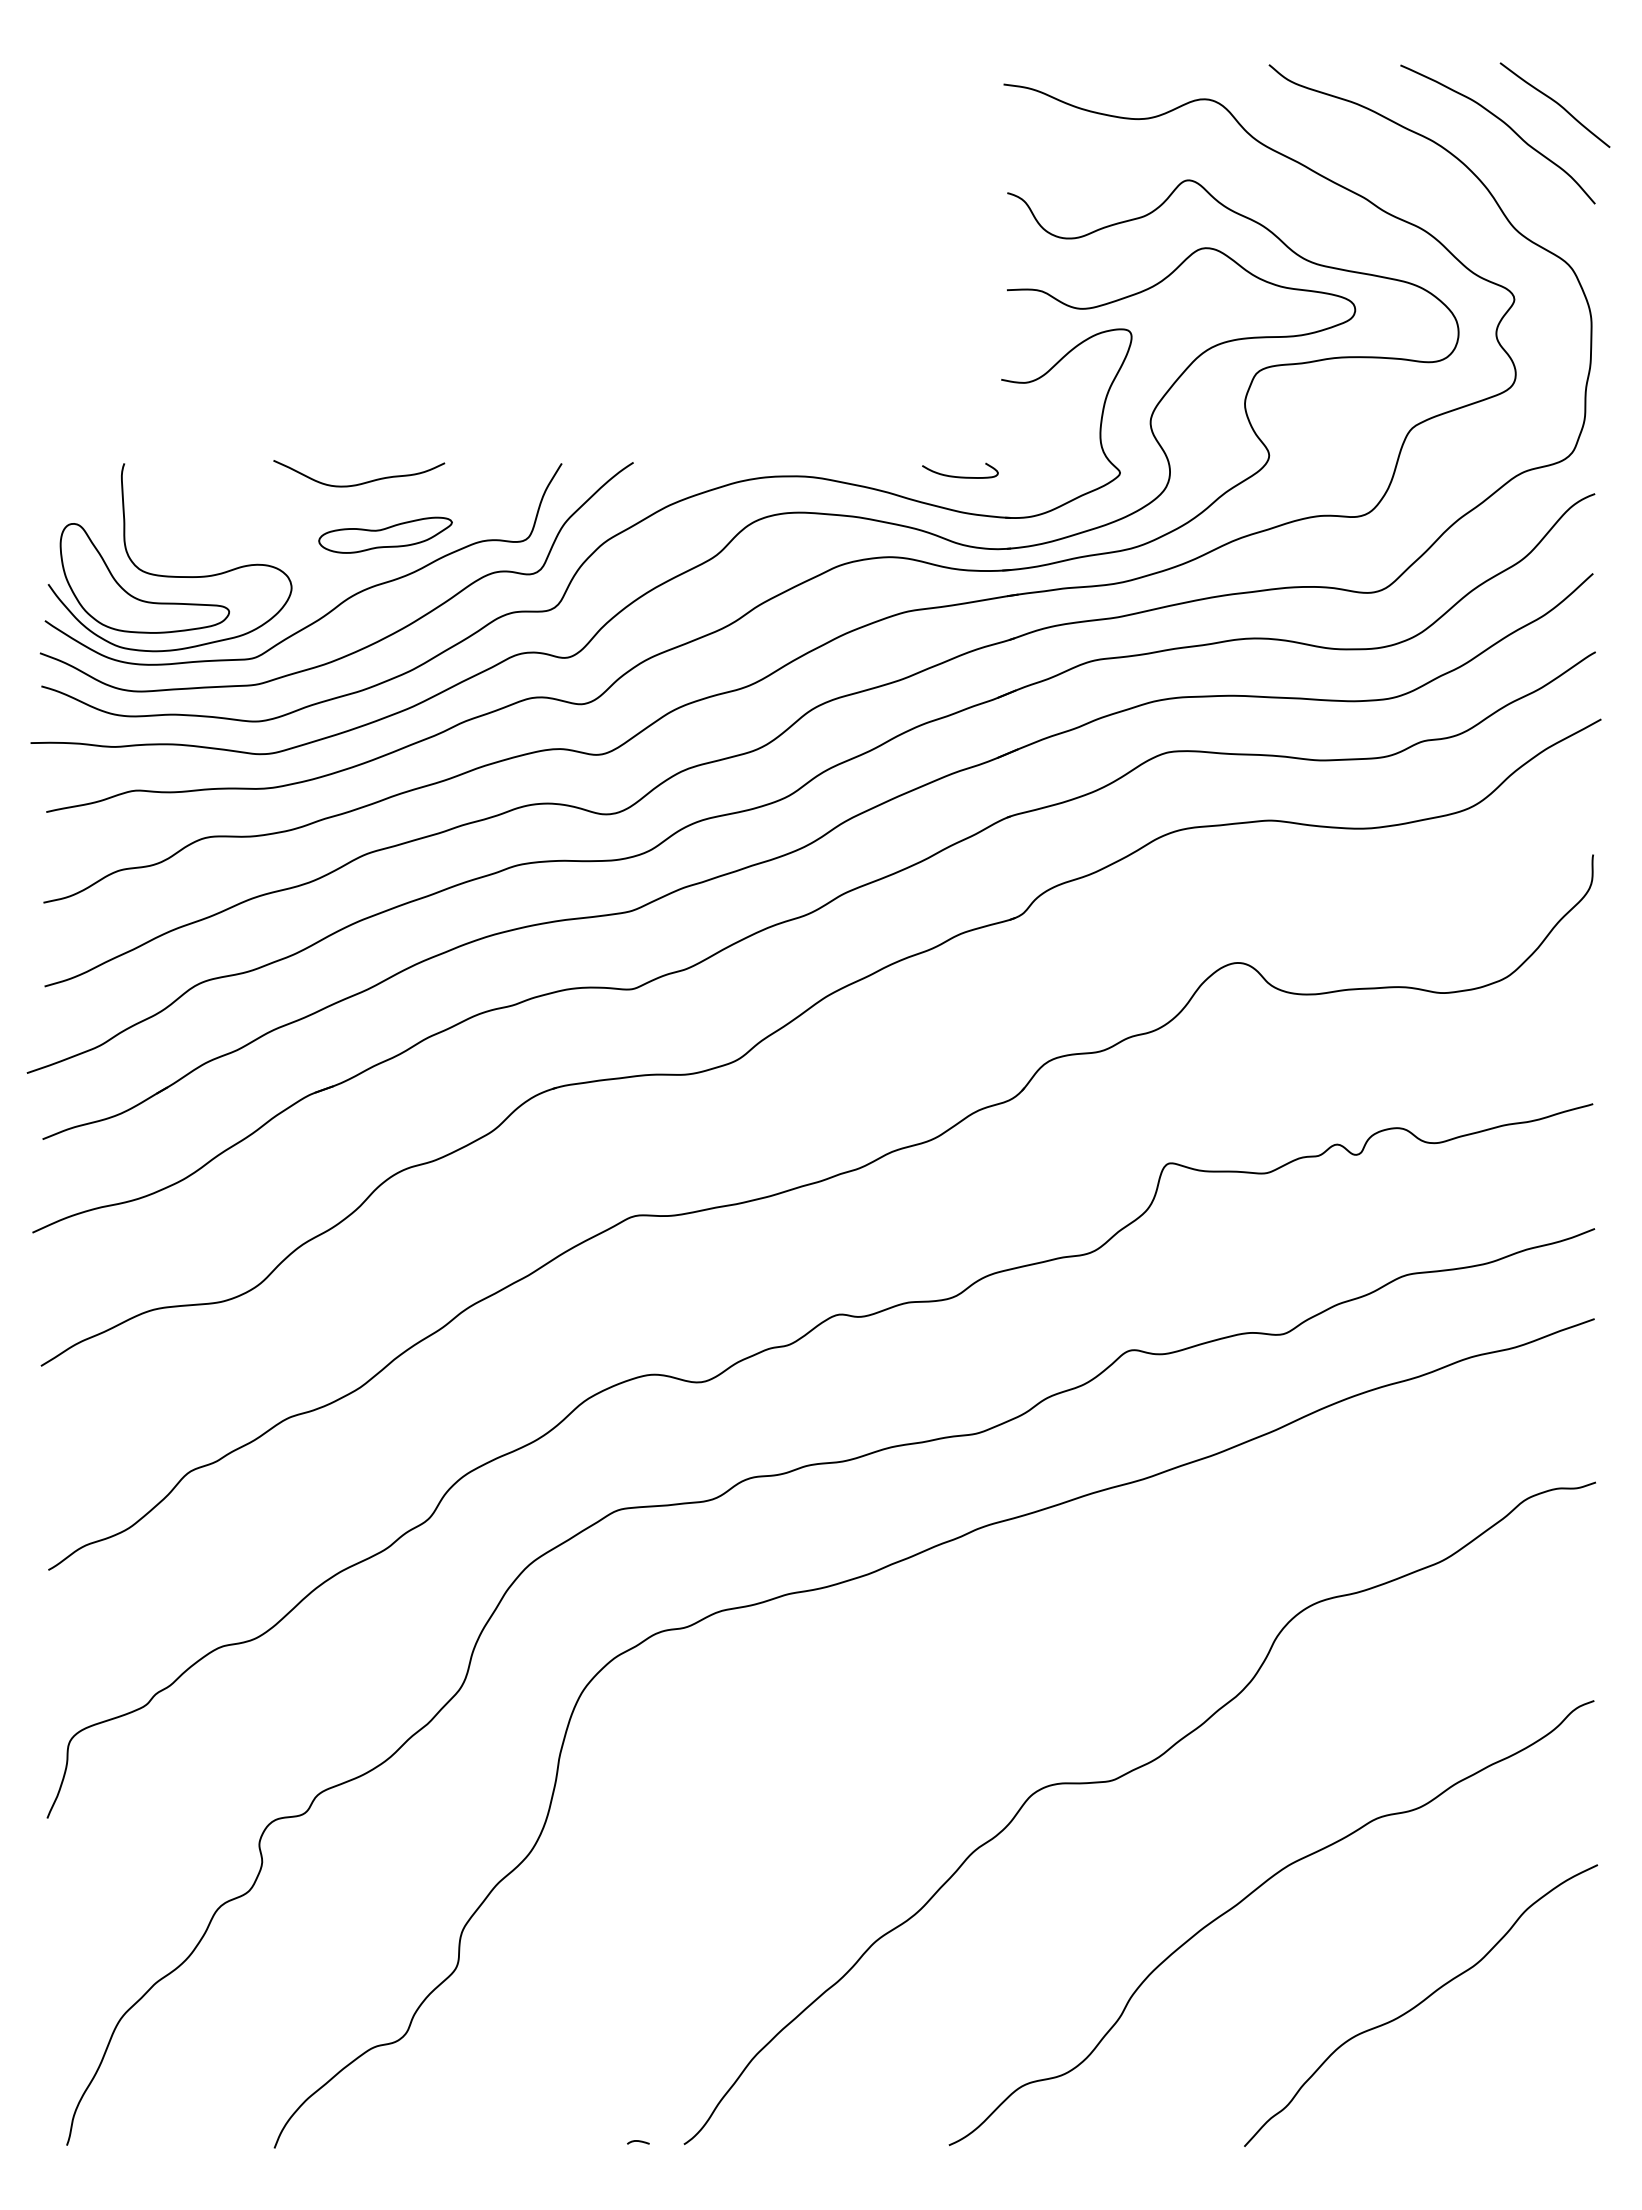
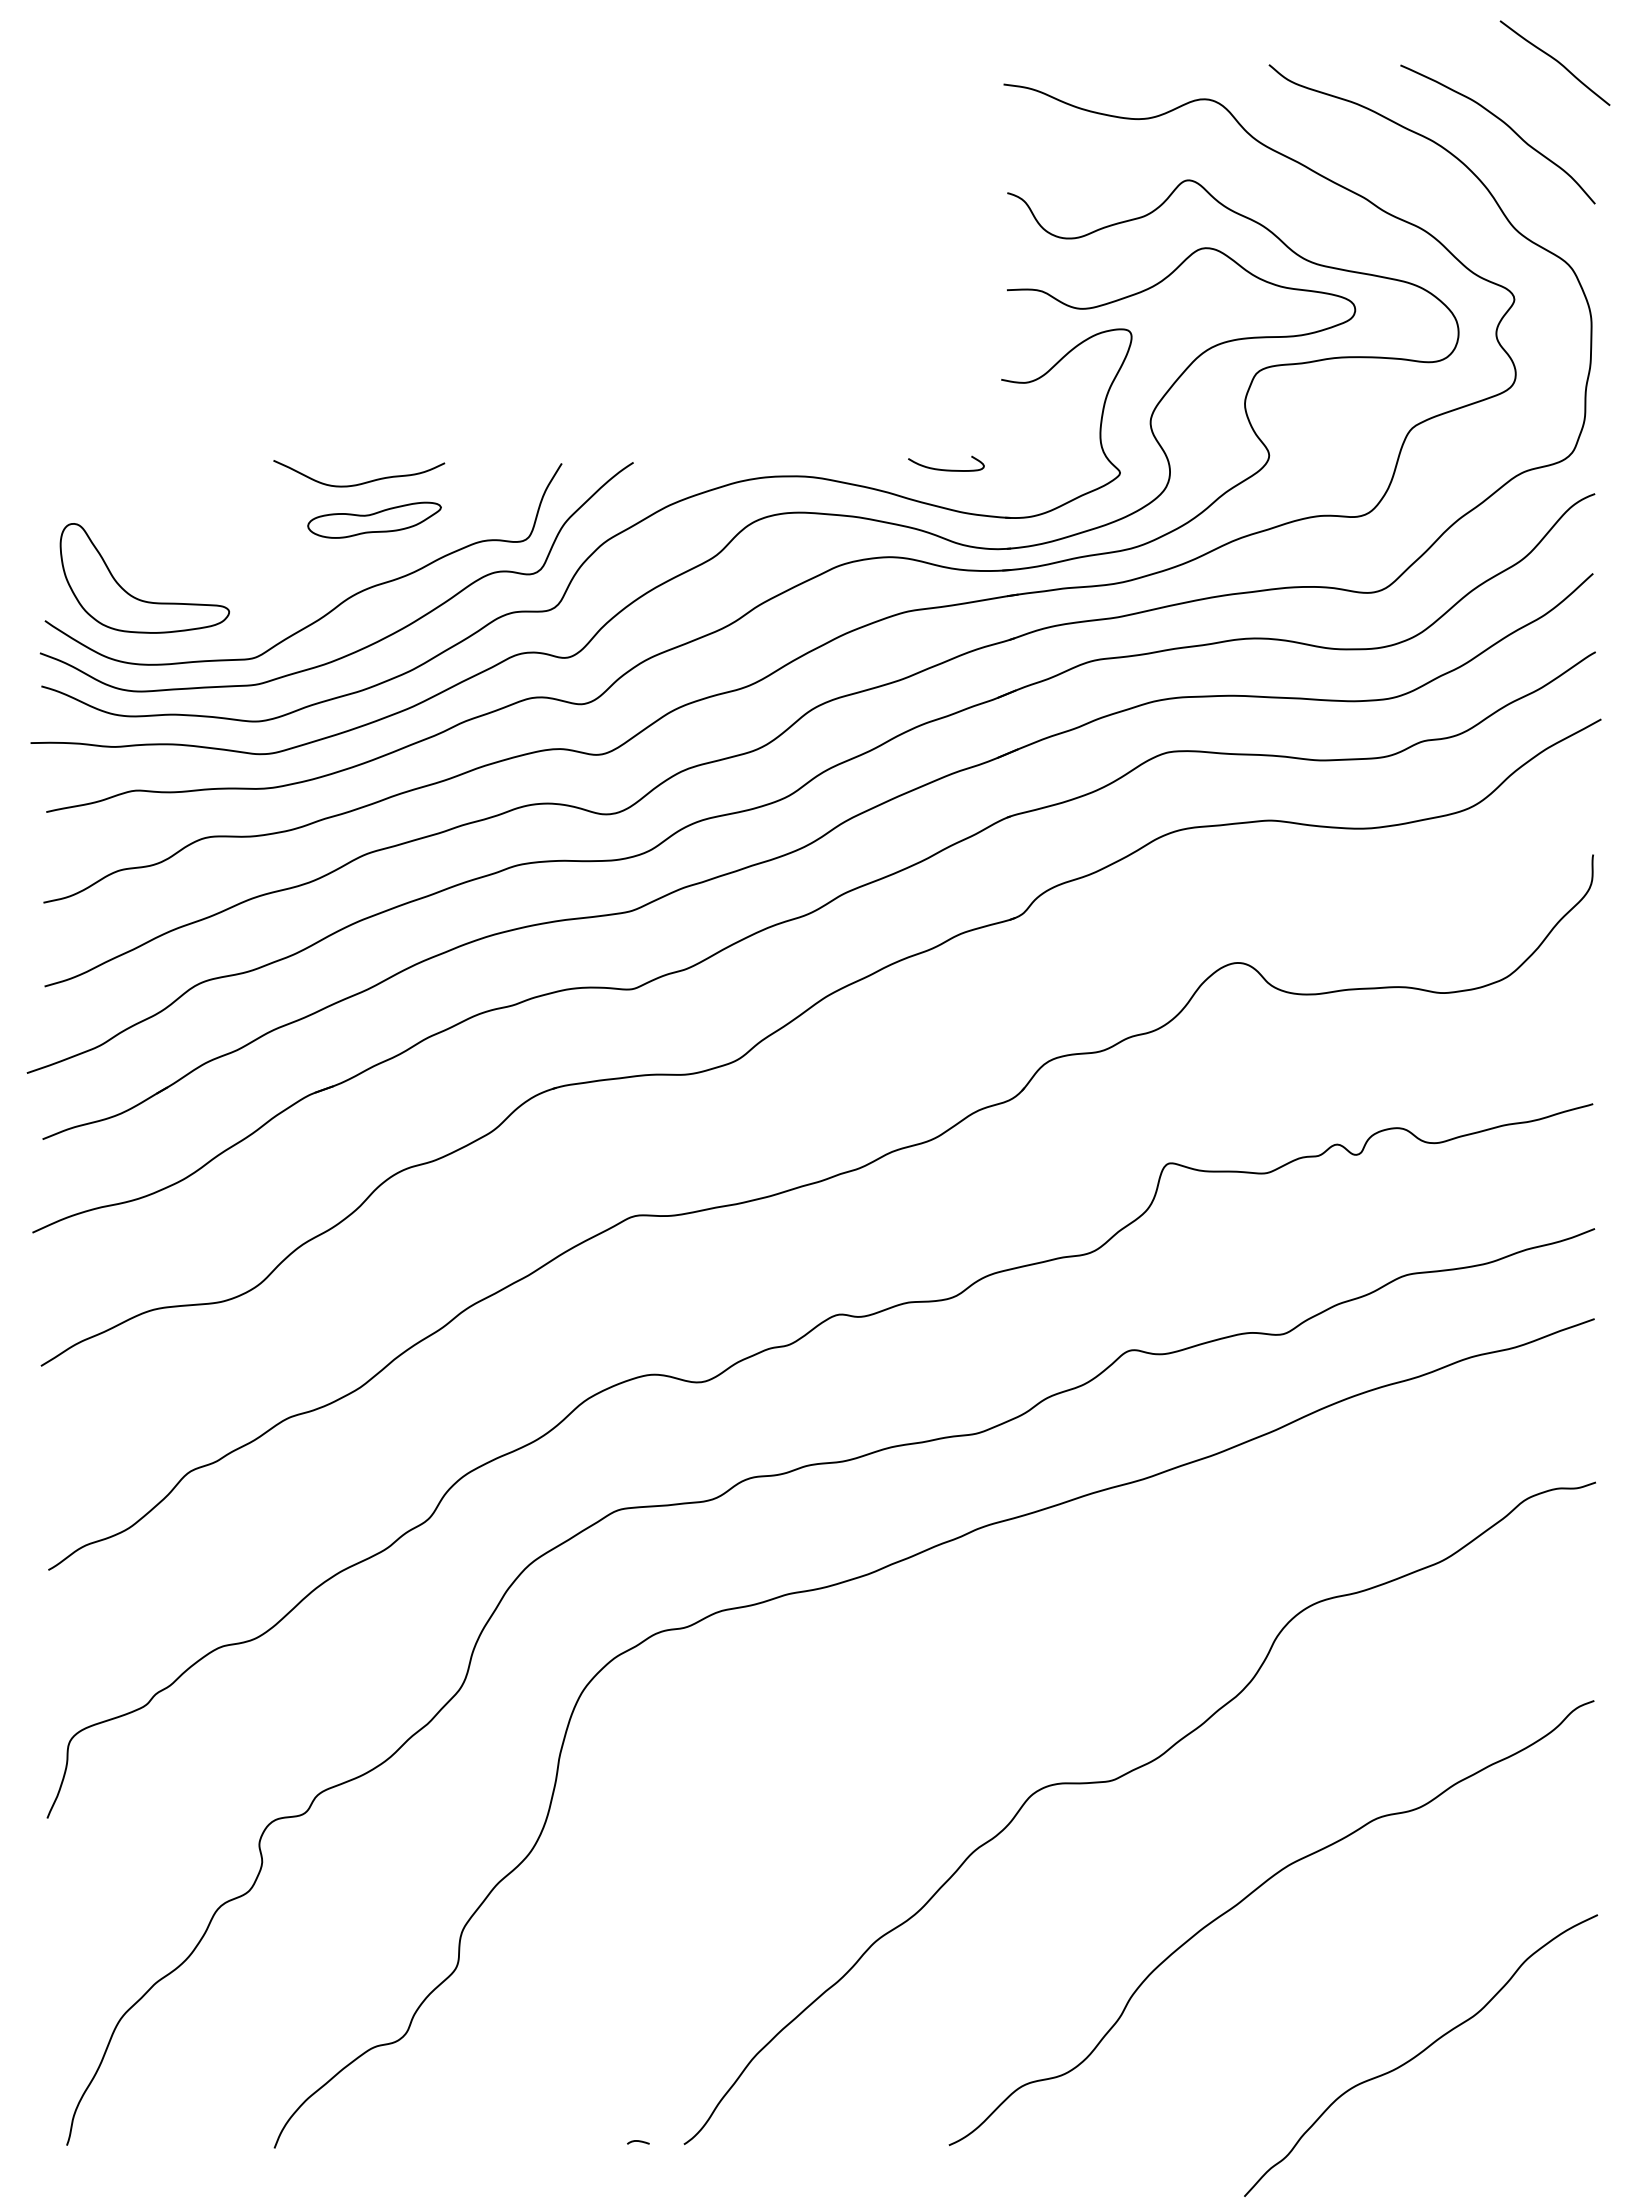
curve at (1556, 103) position: (1556, 103) -> (1556, 61)
curve at (960, 476) position: (960, 476) -> (946, 469)
part at (385, 534) position: (385, 534) -> (374, 519)
curve at (169, 575): present -> none
curve at (1420, 2004) position: (1420, 2004) -> (1420, 2054)
